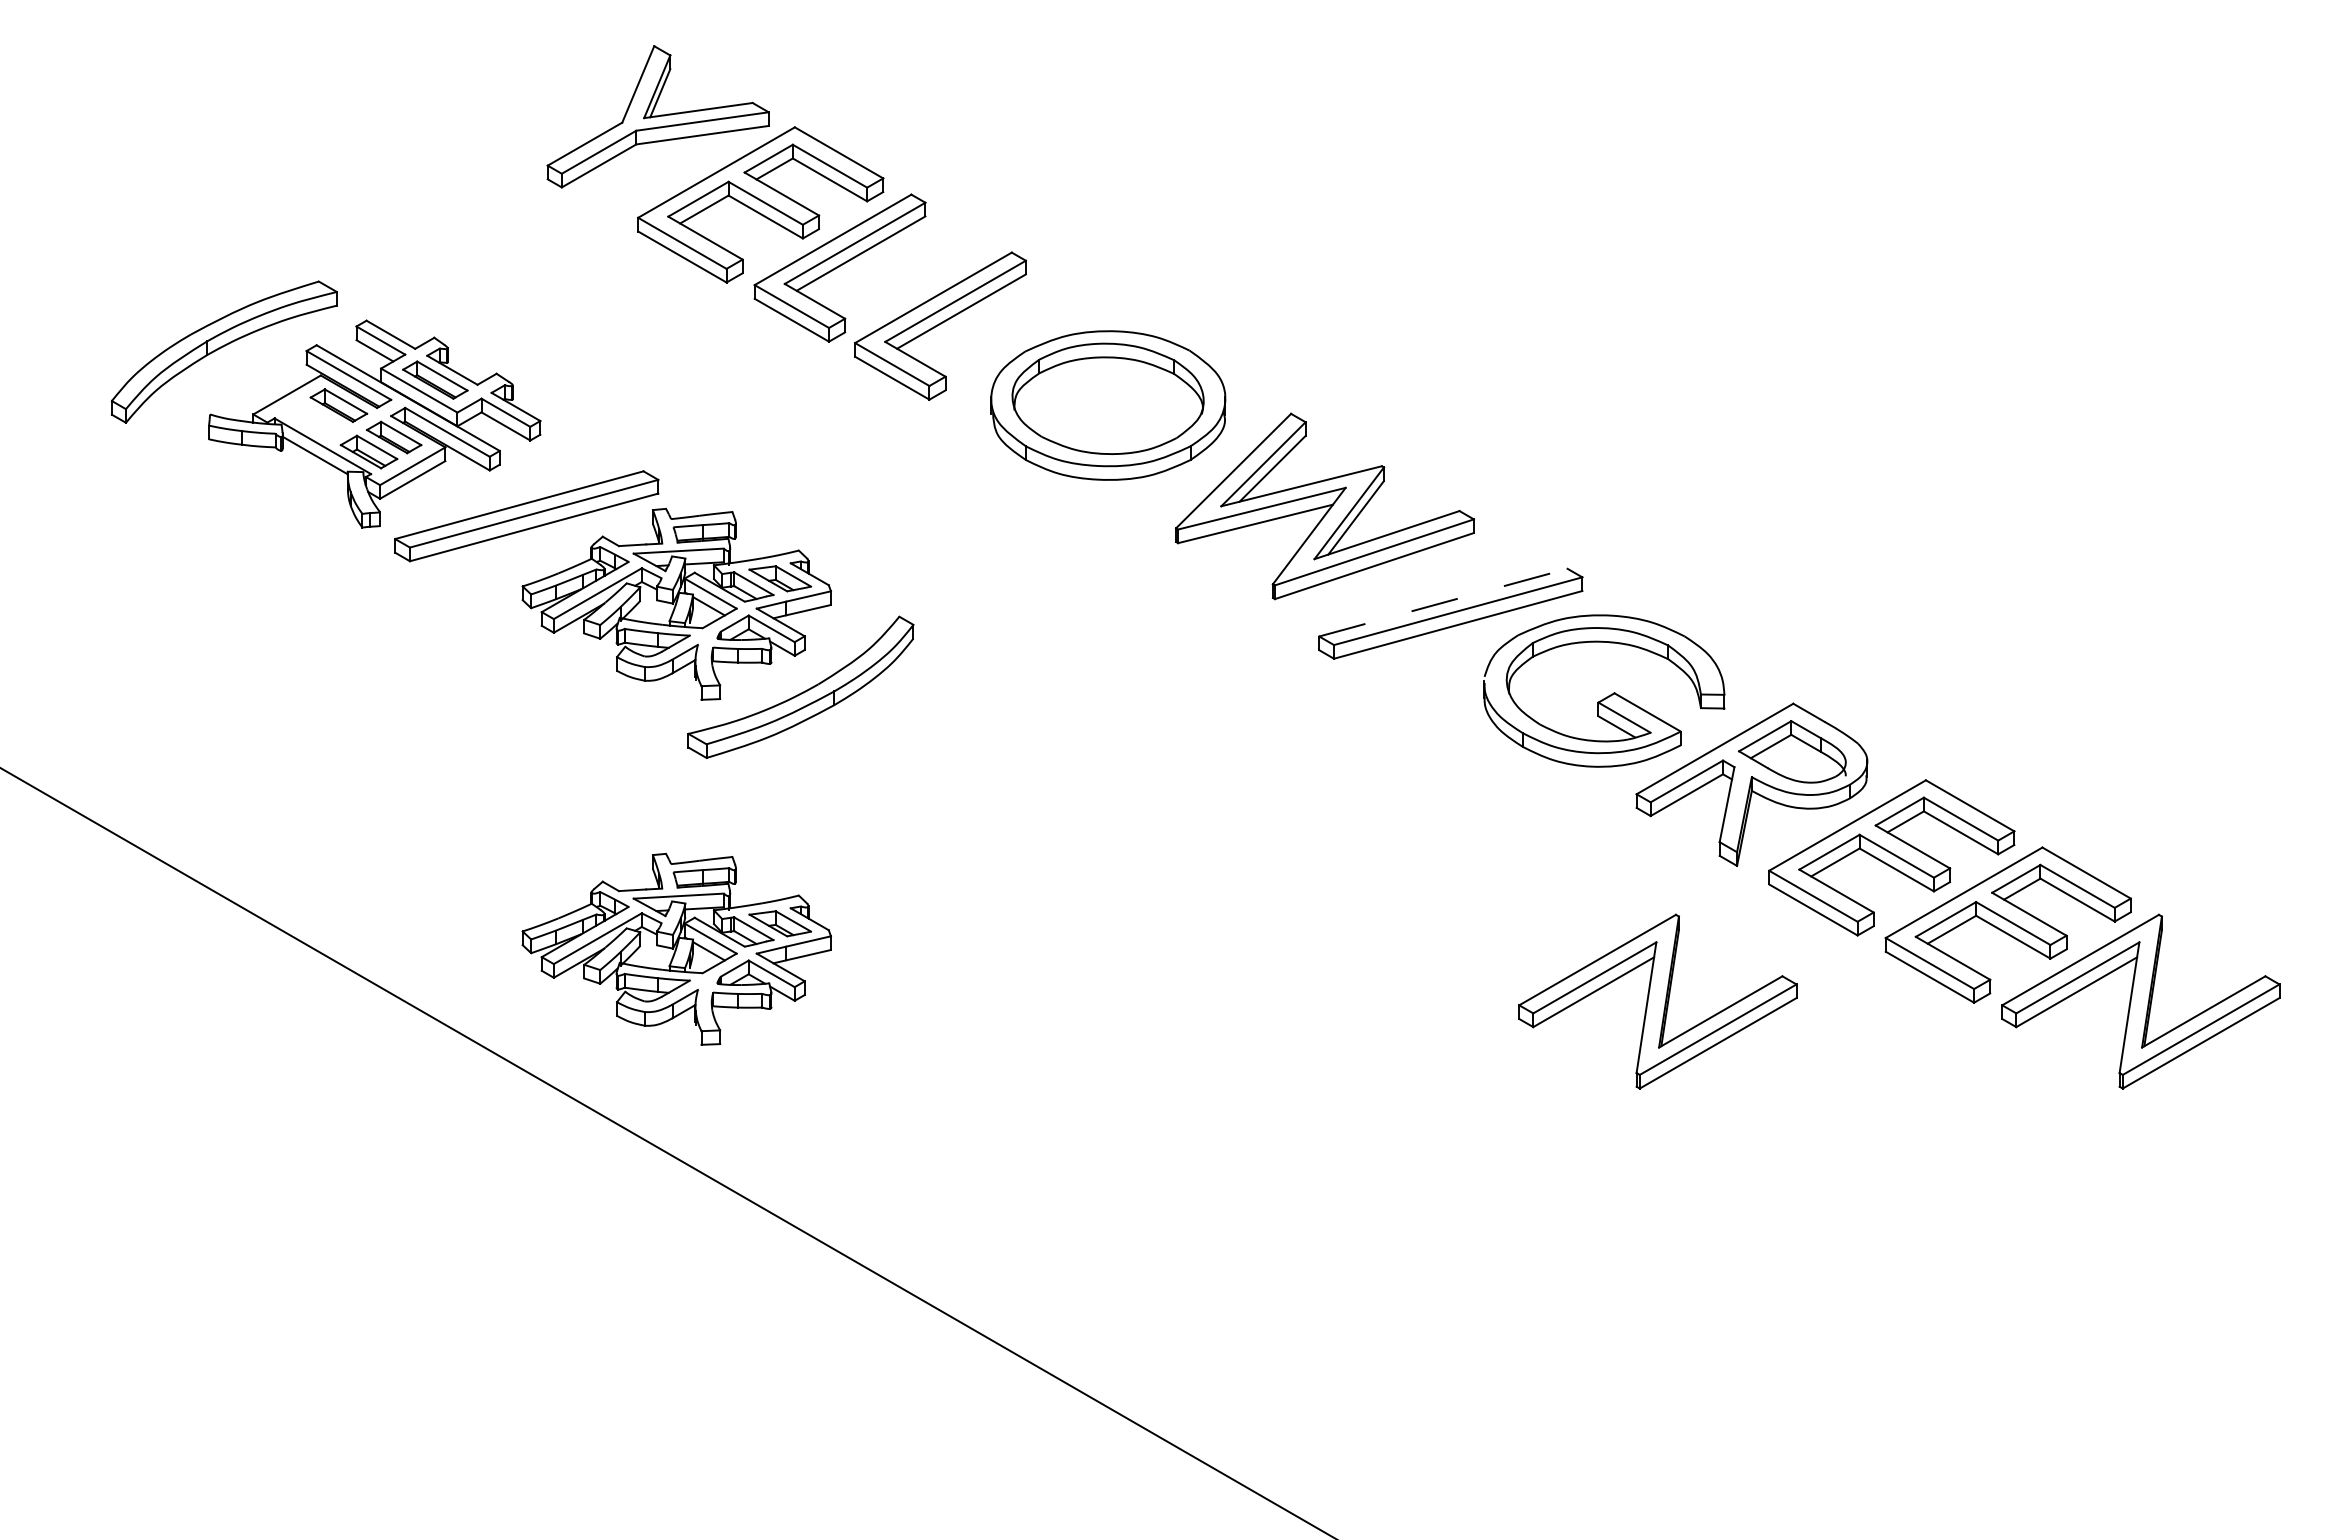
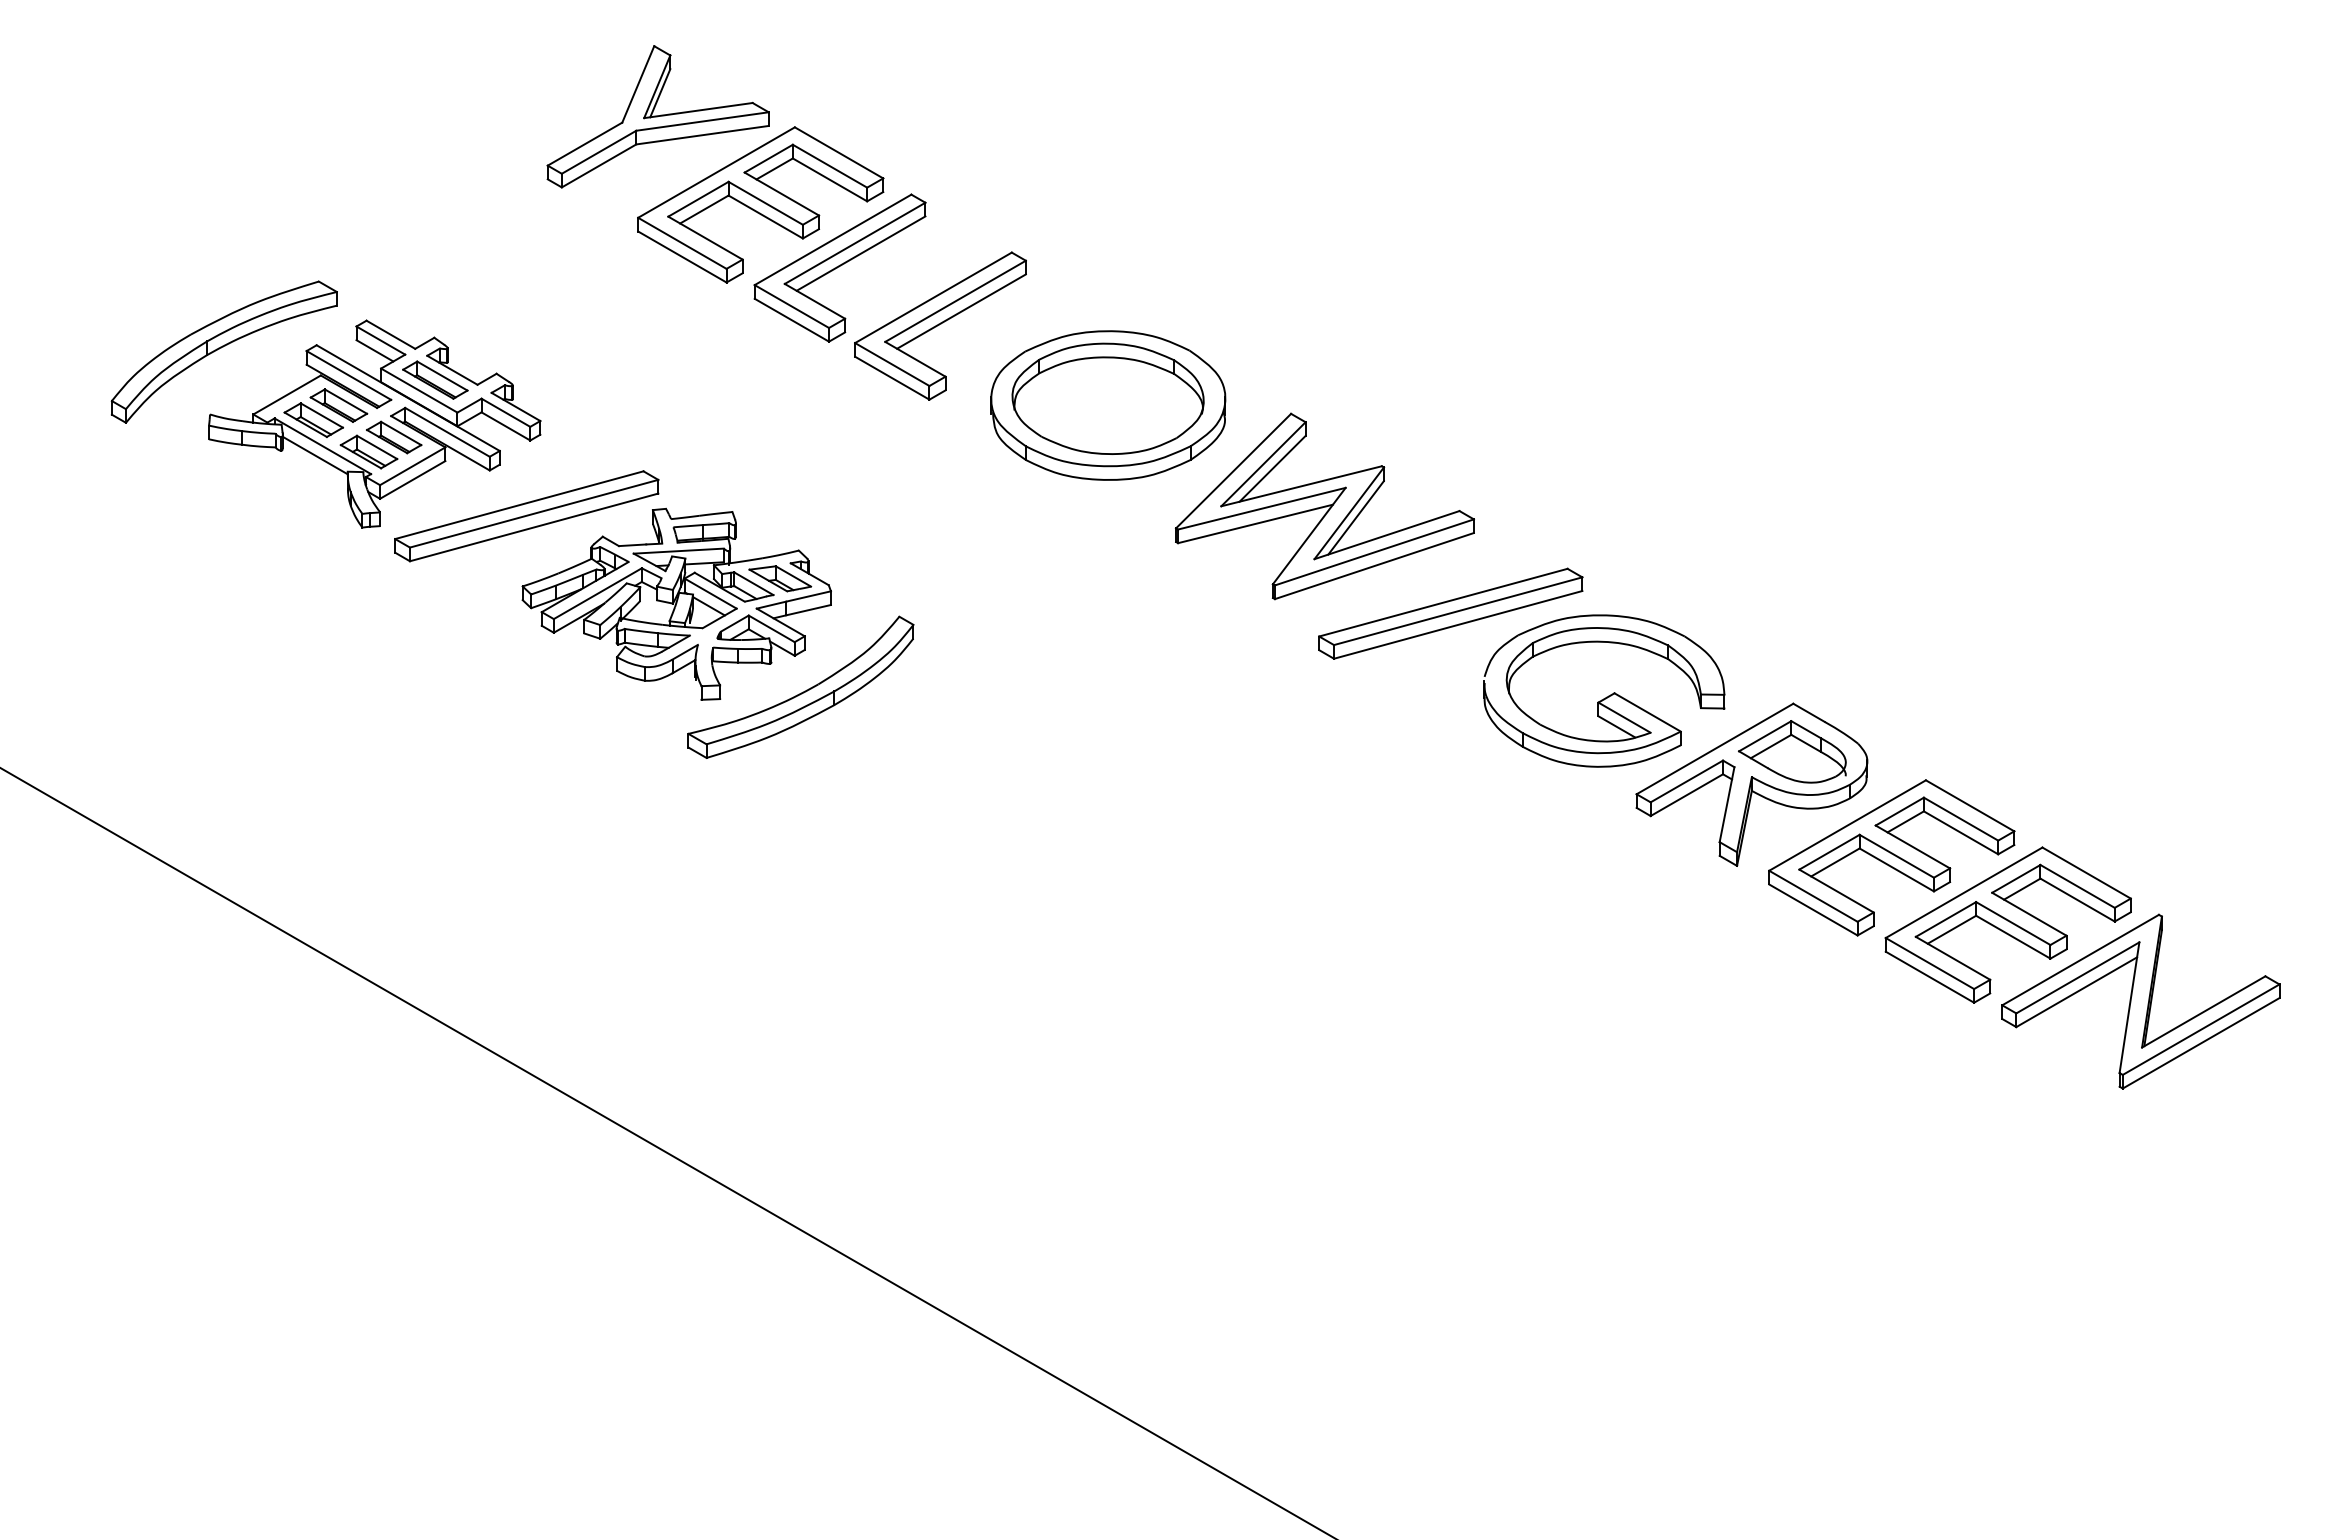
part at (313, 419): none -> present
line at (1443, 602): dashed -> solid
part at (676, 948): present -> none
part at (1657, 1001): present -> none
